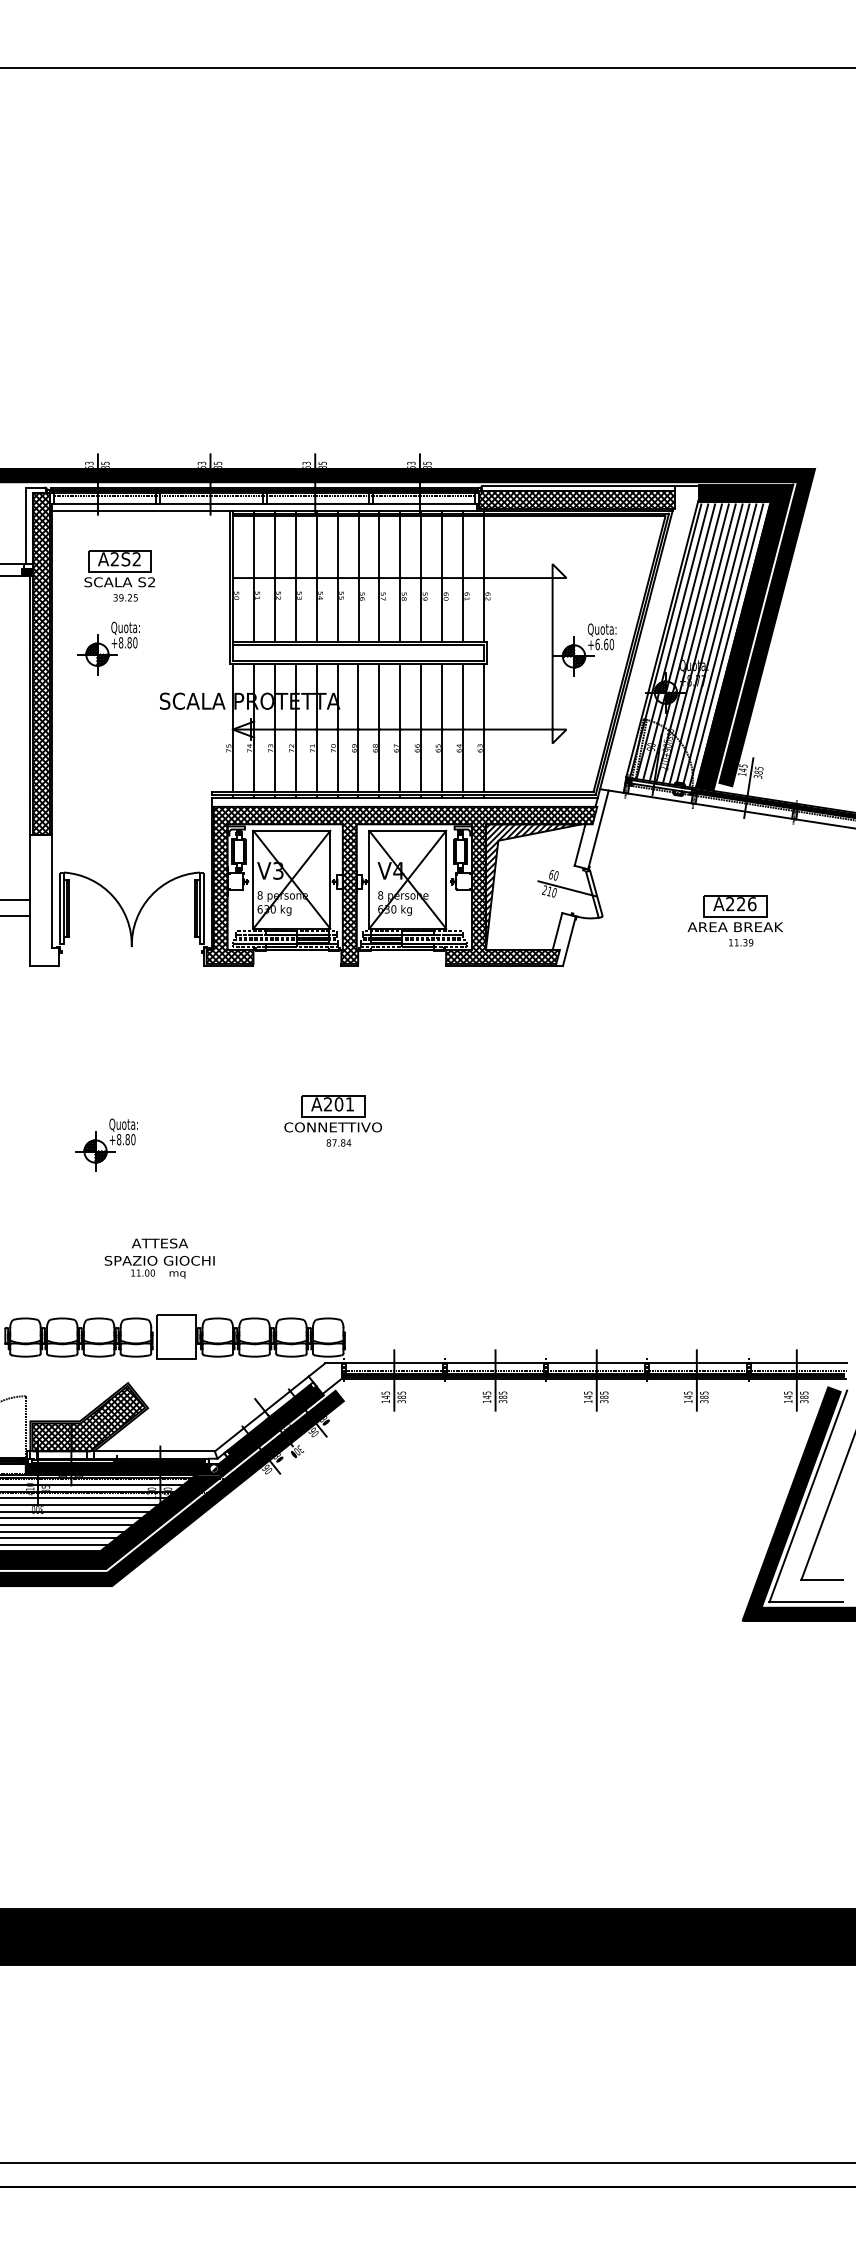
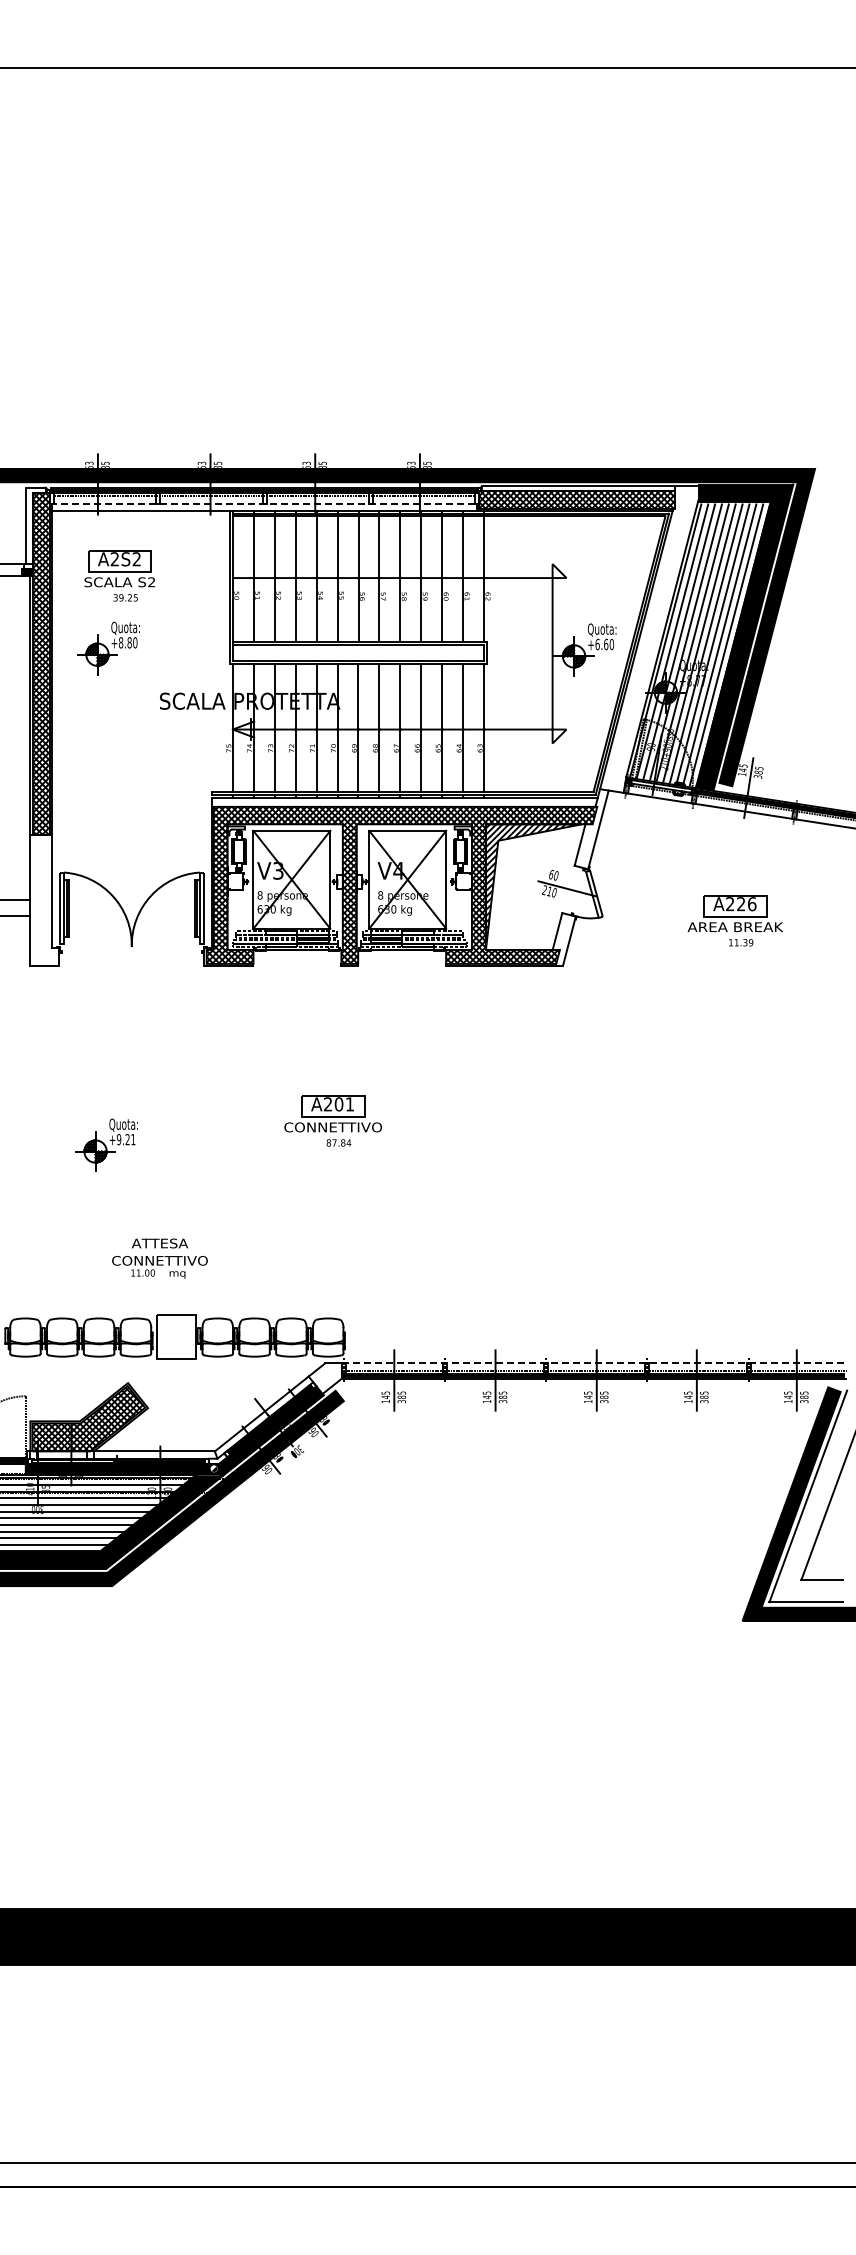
line at (264, 503): solid -> dashed
text at (126, 1139): +8.80 -> +9.21
text at (159, 1260): SPAZIO GIOCHI -> CONNETTIVO
line at (594, 1363): solid -> dashed
